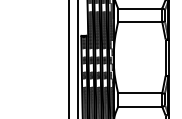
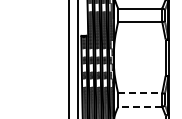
line at (140, 93): solid -> dashed
line at (139, 106): solid -> dashed
